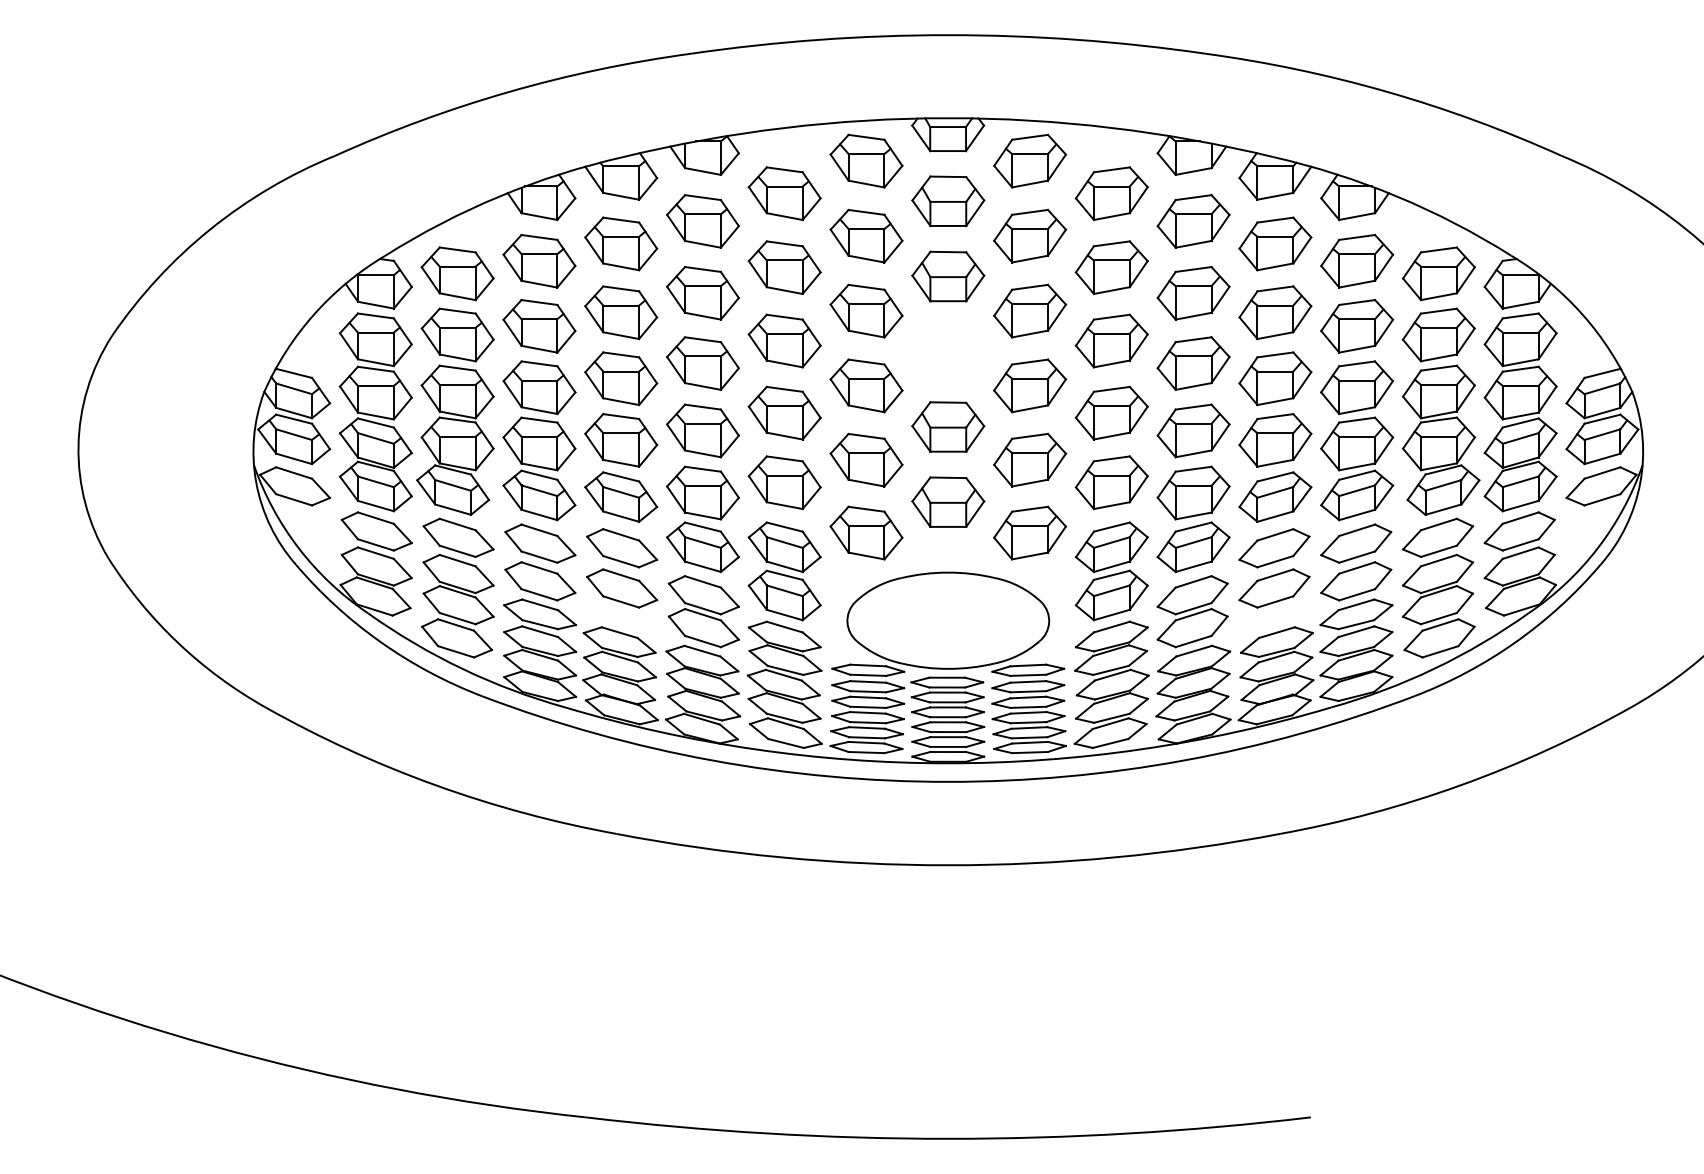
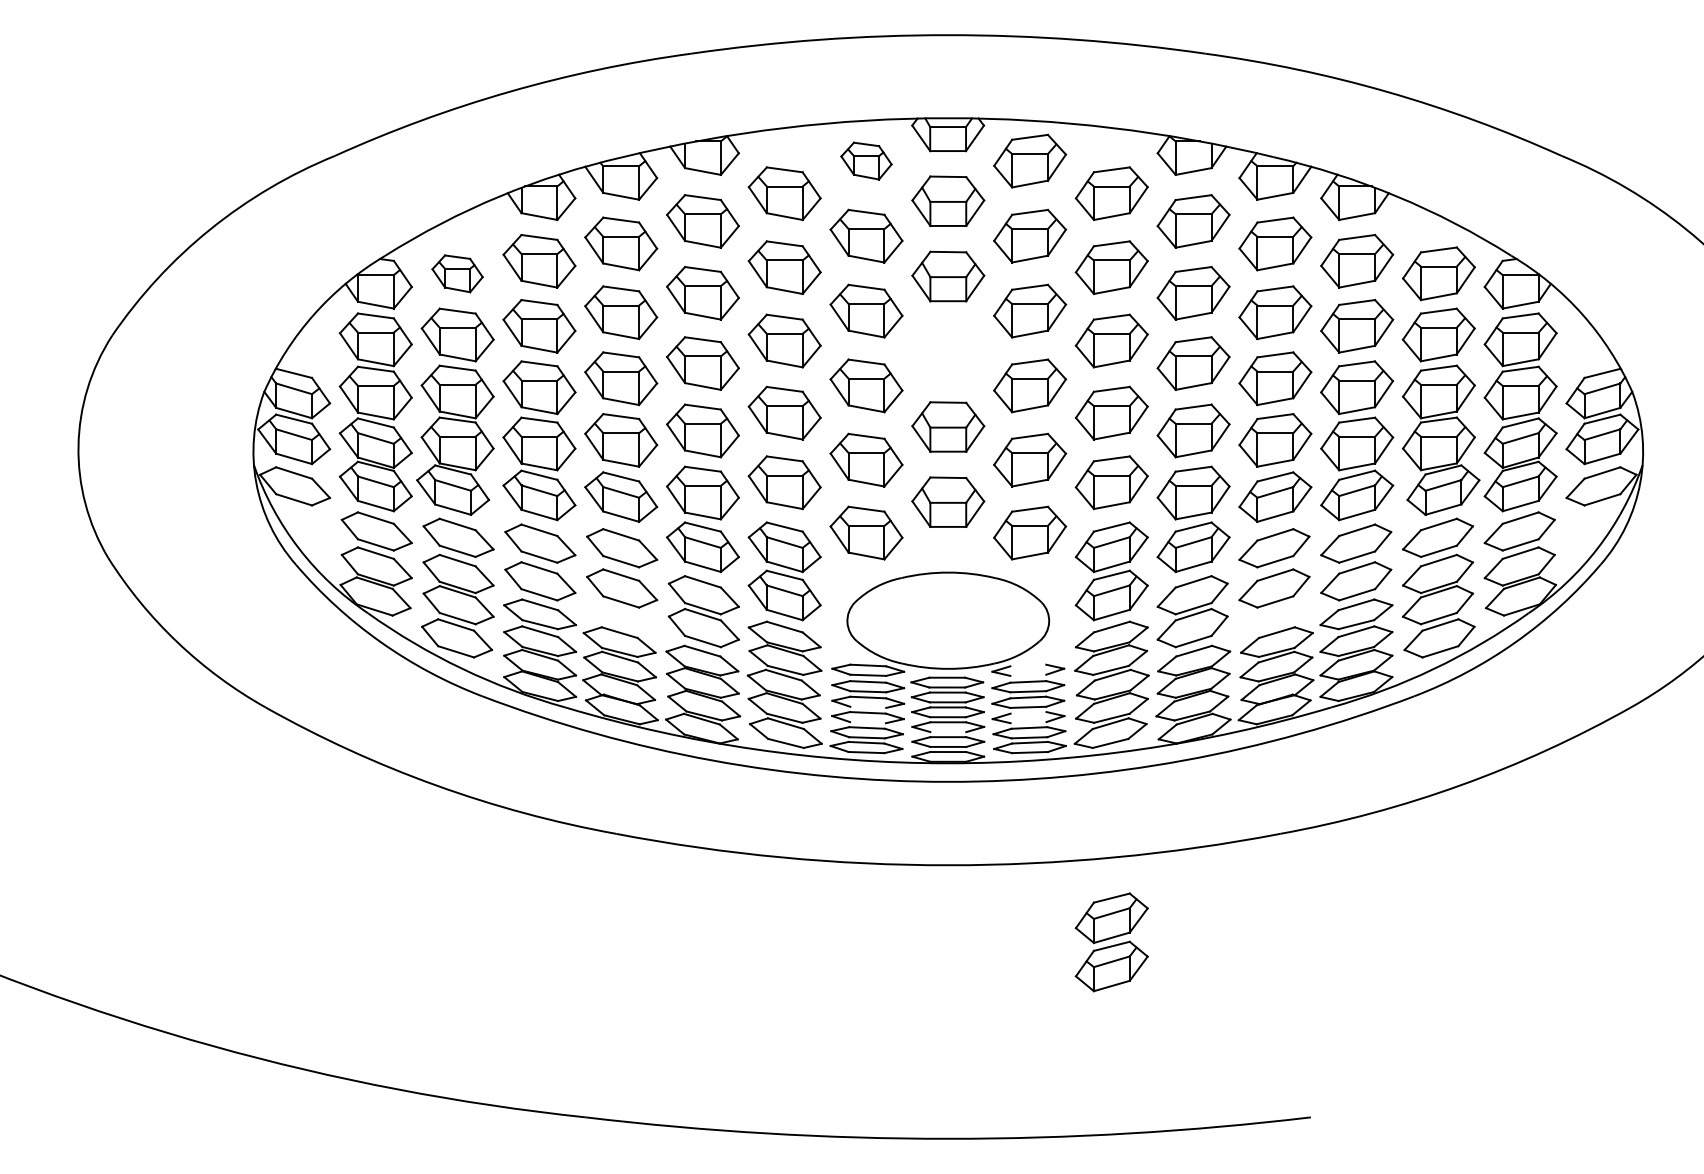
part at (866, 160) size: 75x56 px -> 53x40 px
part at (457, 273) size: 75x56 px -> 53x40 px
line at (1028, 665): present -> none
line at (1028, 674): present -> none
line at (868, 706): present -> none
line at (1028, 712): present -> none
line at (867, 722): present -> none
line at (1028, 722): present -> none
line at (948, 732): present -> none
part at (1111, 942): none -> present
